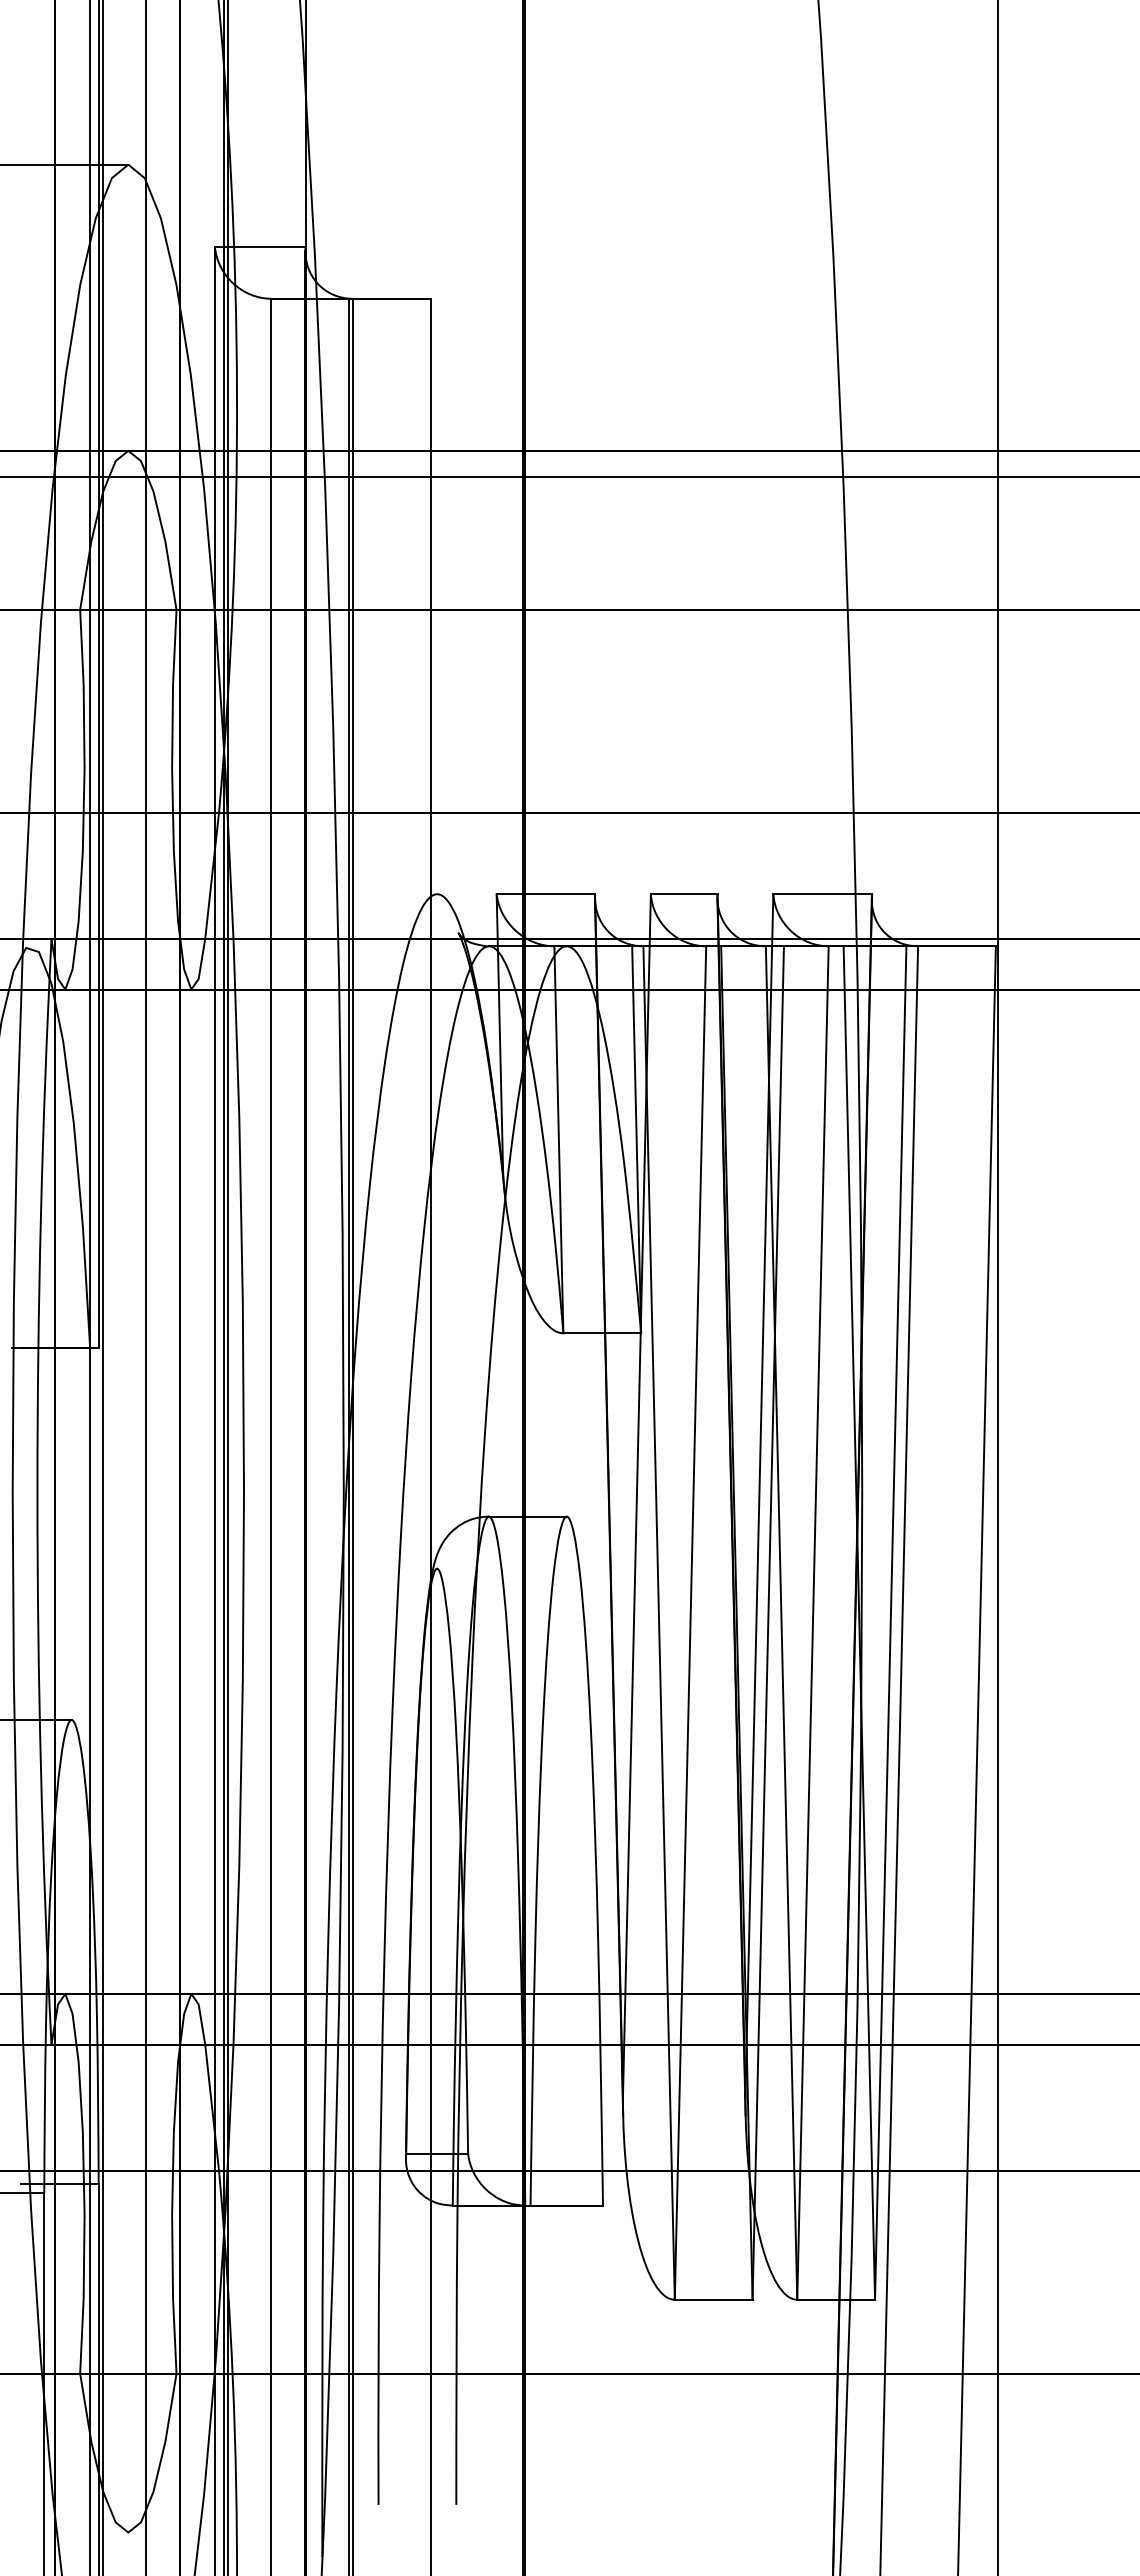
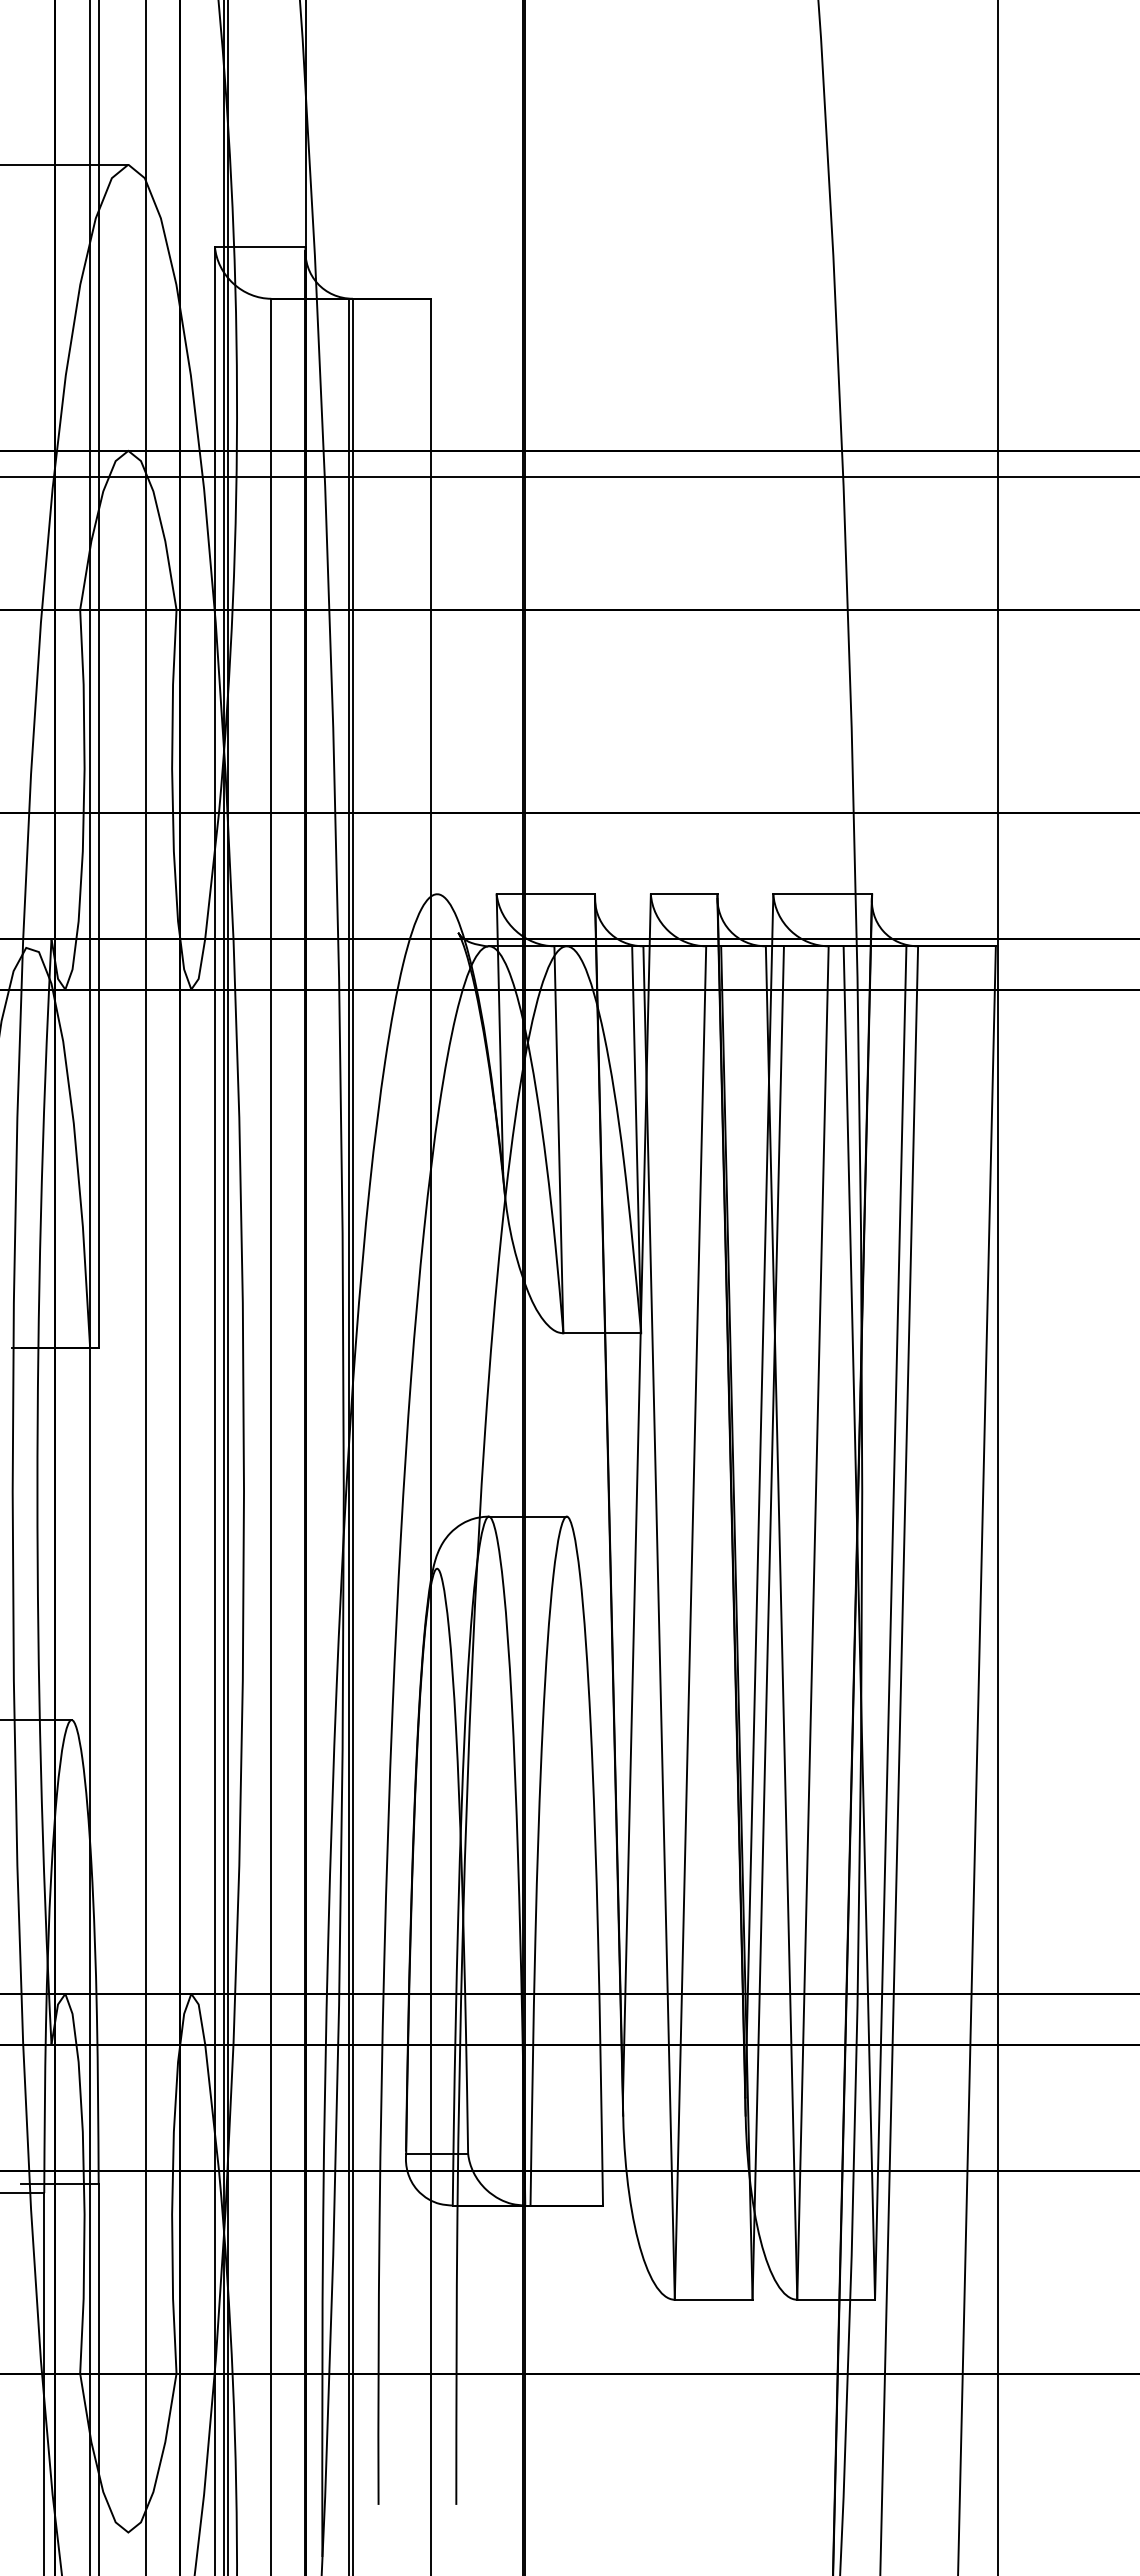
line at (102, 1287): present -> none
